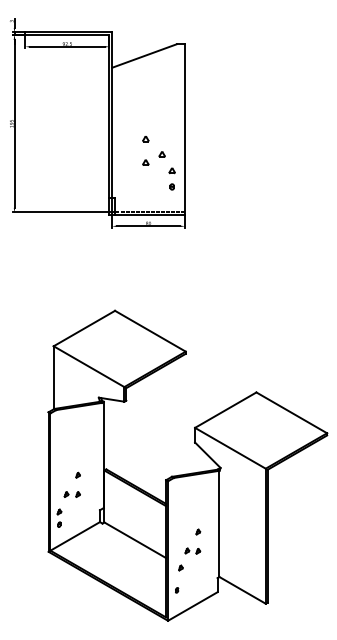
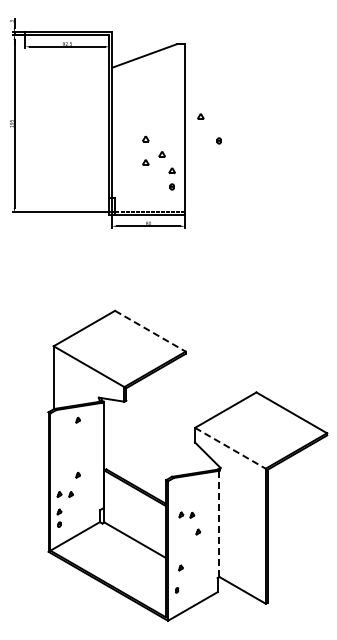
part at (200, 116): none -> present
part at (218, 140): none -> present
line at (150, 331): solid -> dashed
part at (77, 419): none -> present
line at (230, 448): solid -> dashed
part at (71, 494) position: (71, 494) -> (64, 494)
line at (219, 523): solid -> dashed
part at (192, 550) position: (192, 550) -> (186, 514)
